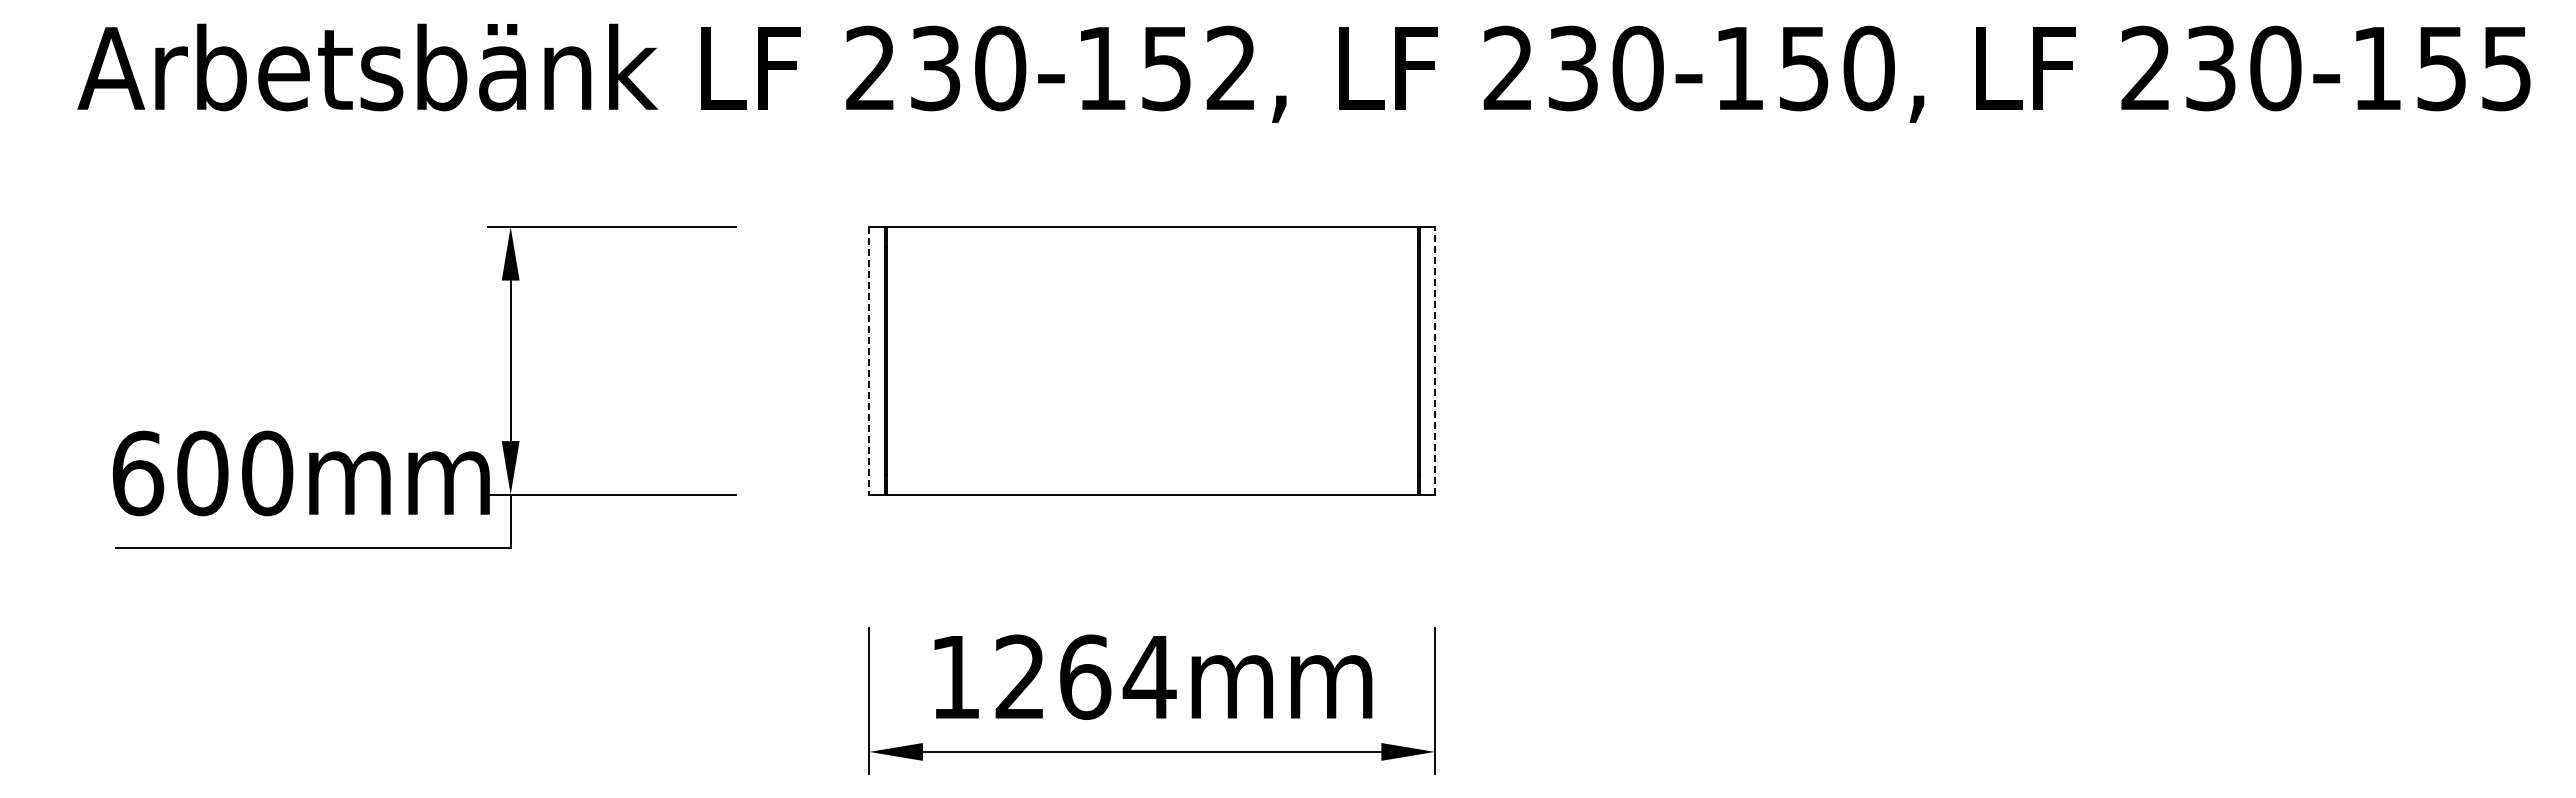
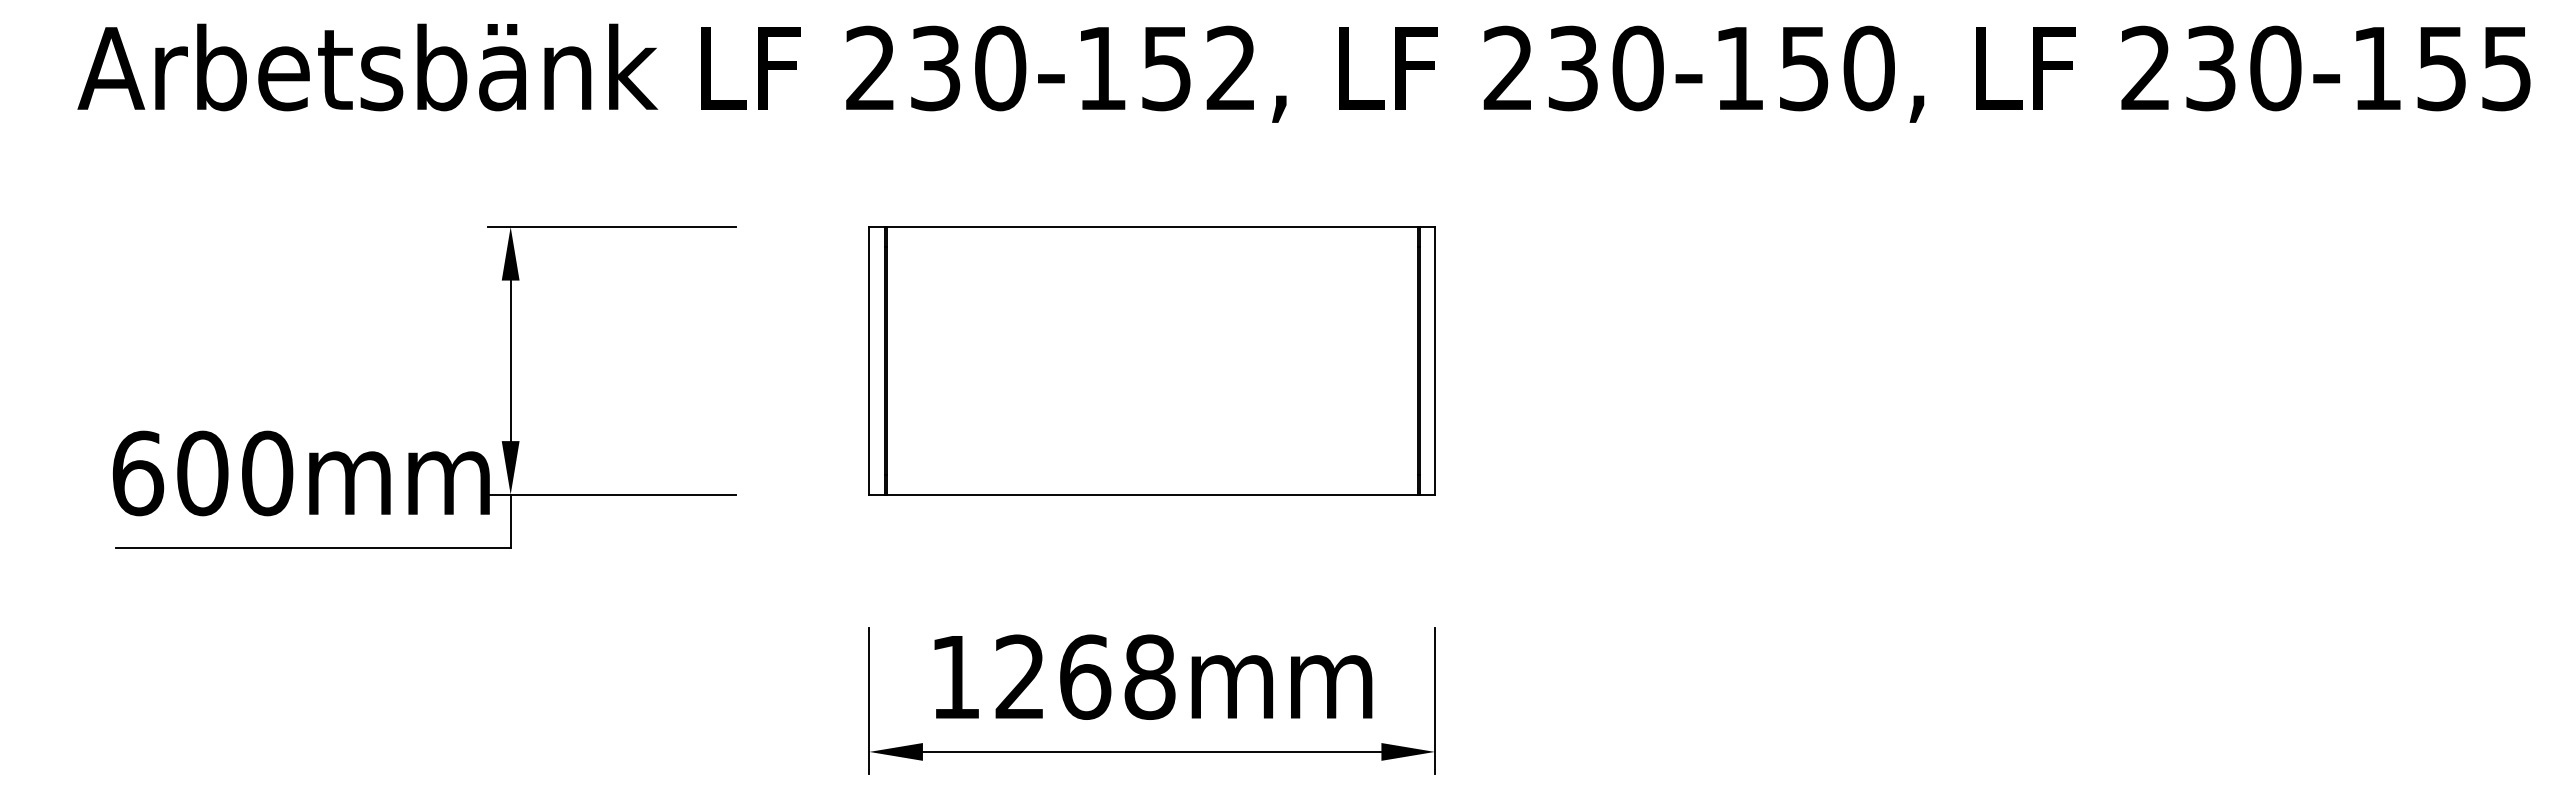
line at (869, 360): dashed -> solid
line at (1434, 360): dashed -> solid
text at (1149, 676): 1264mm -> 1268mm
